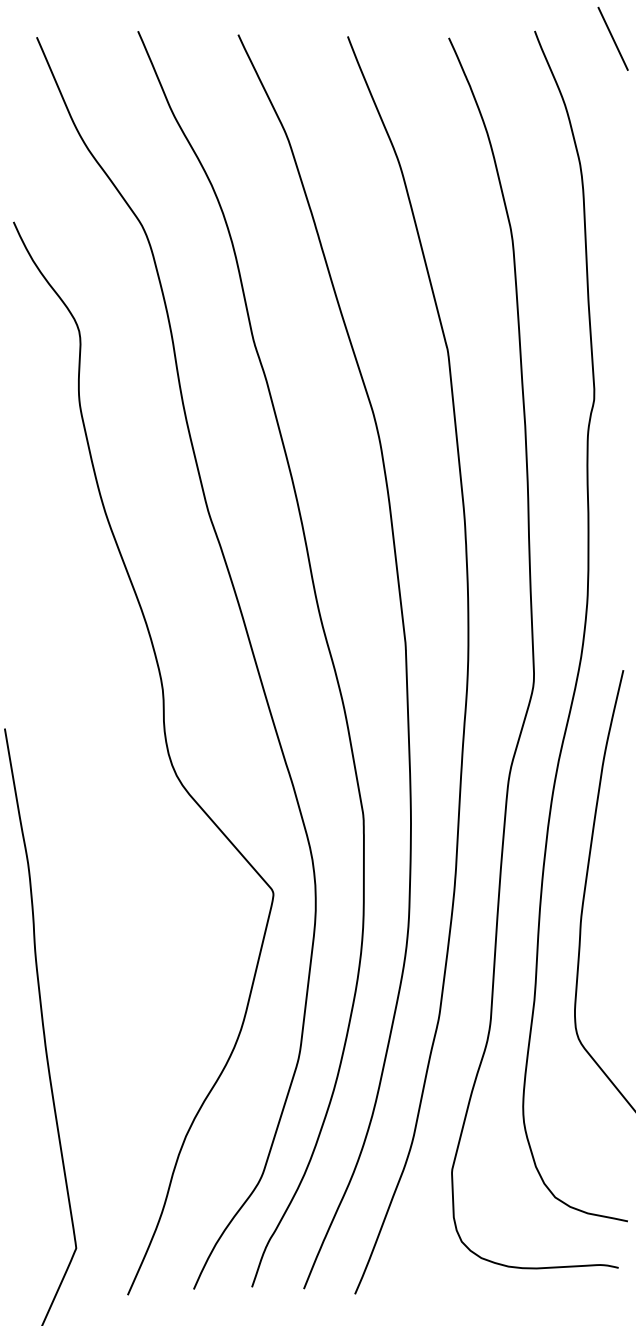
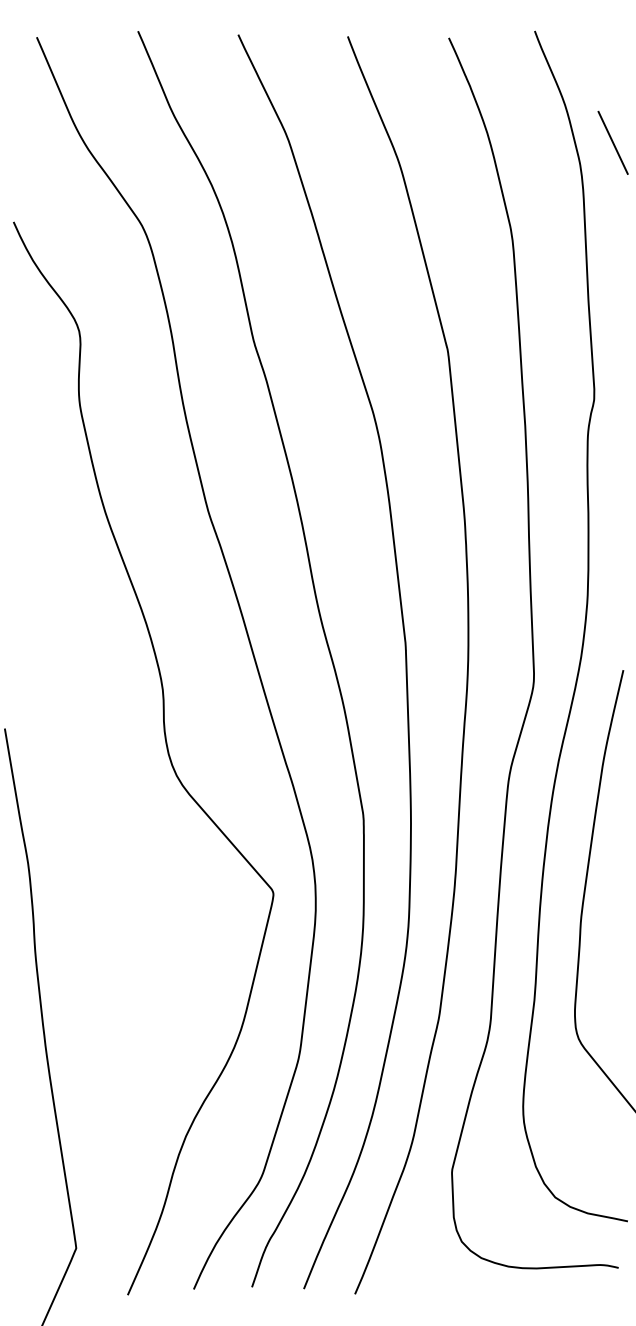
line at (612, 38) position: (612, 38) -> (612, 142)
